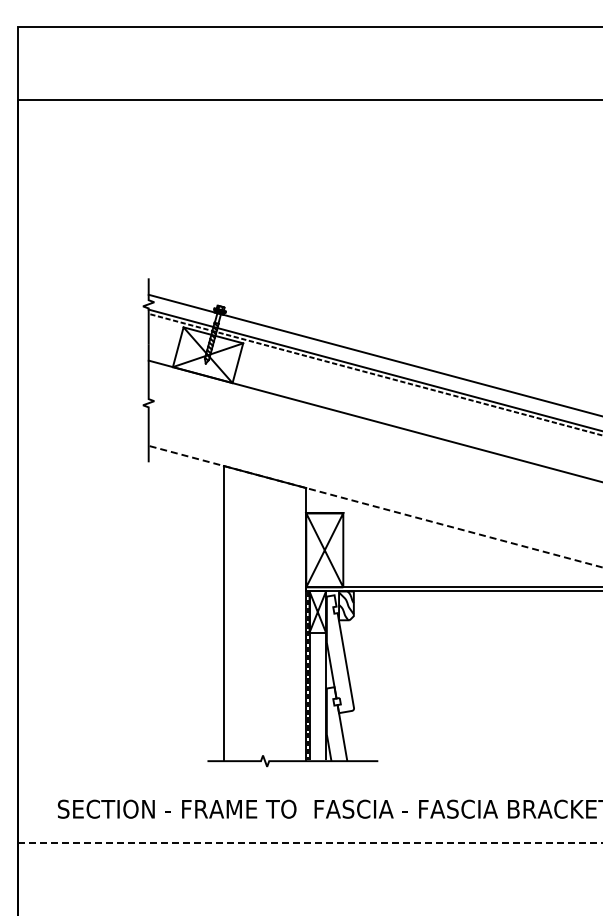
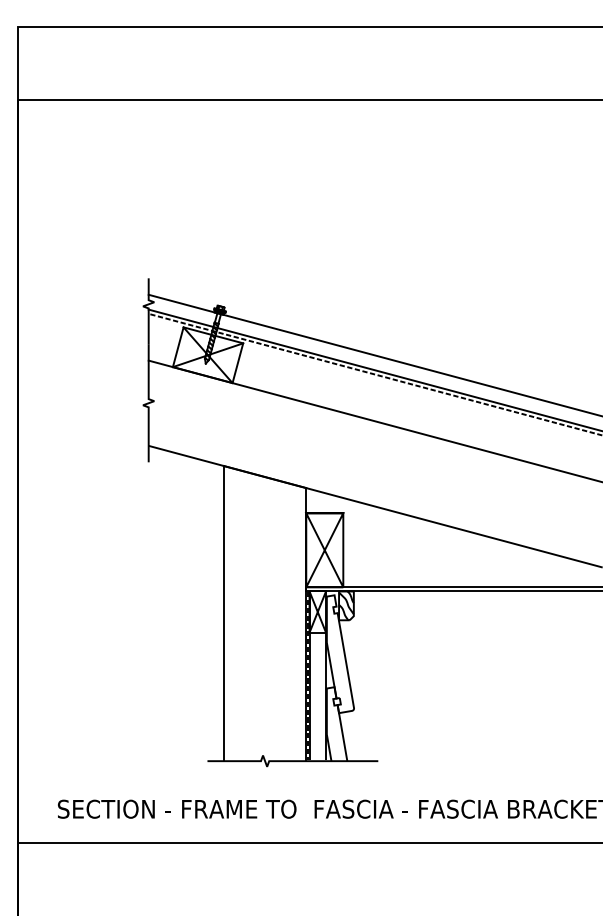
line at (375, 506): dashed -> solid
line at (310, 843): dashed -> solid
